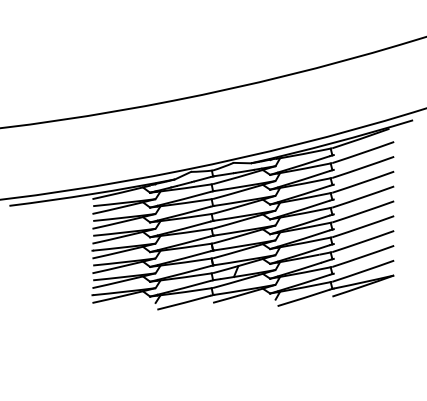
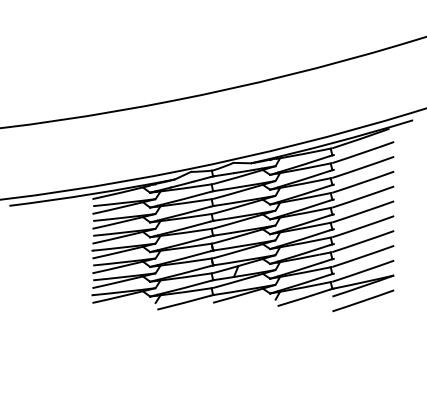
line at (363, 300): none -> present
